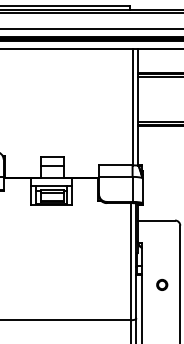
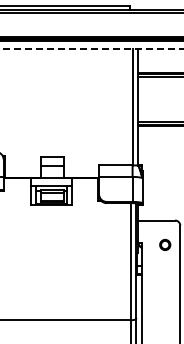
line at (91, 28): present -> none
line at (92, 49): solid -> dashed
part at (162, 284) position: (162, 284) -> (165, 244)
